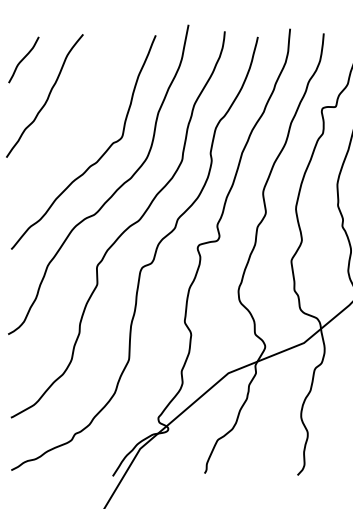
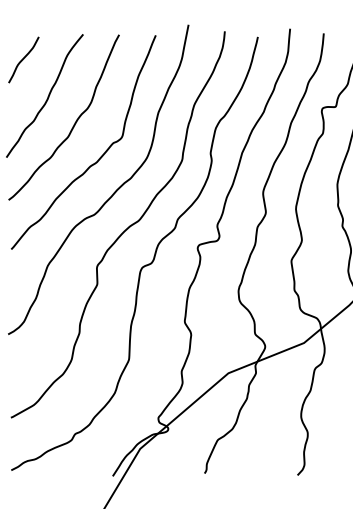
curve at (74, 122): none -> present
